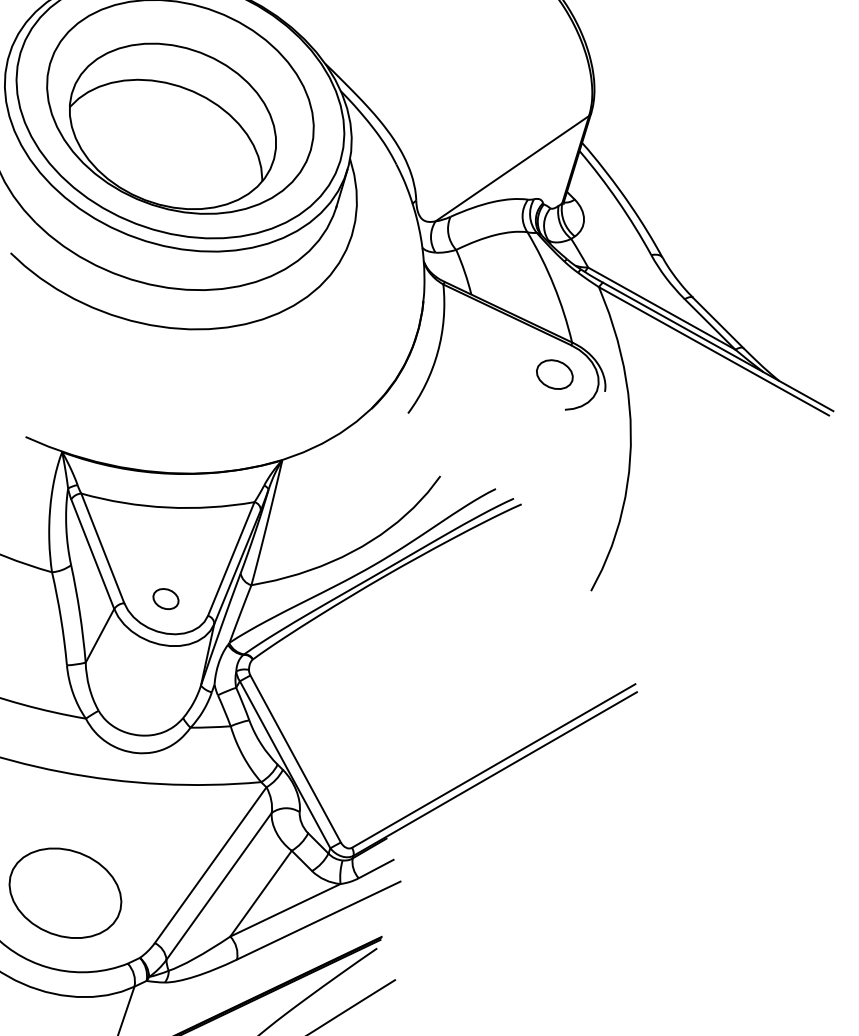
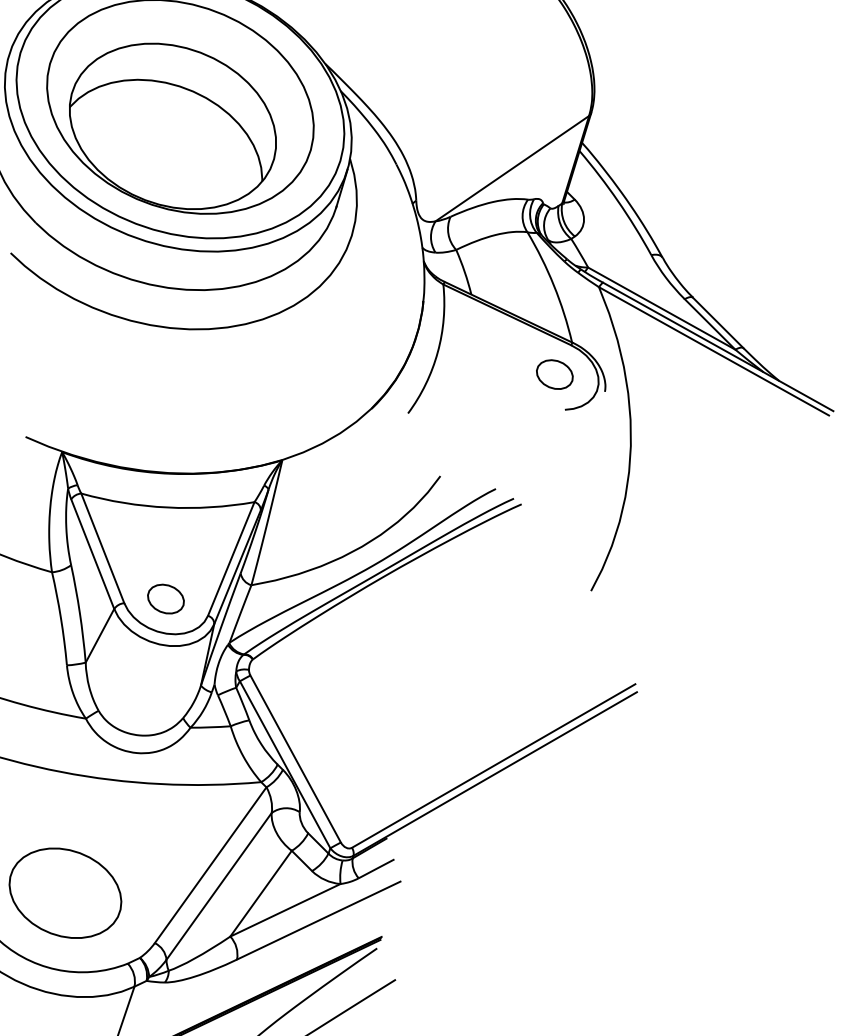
part at (165, 598) size: 28x22 px -> 38x32 px
